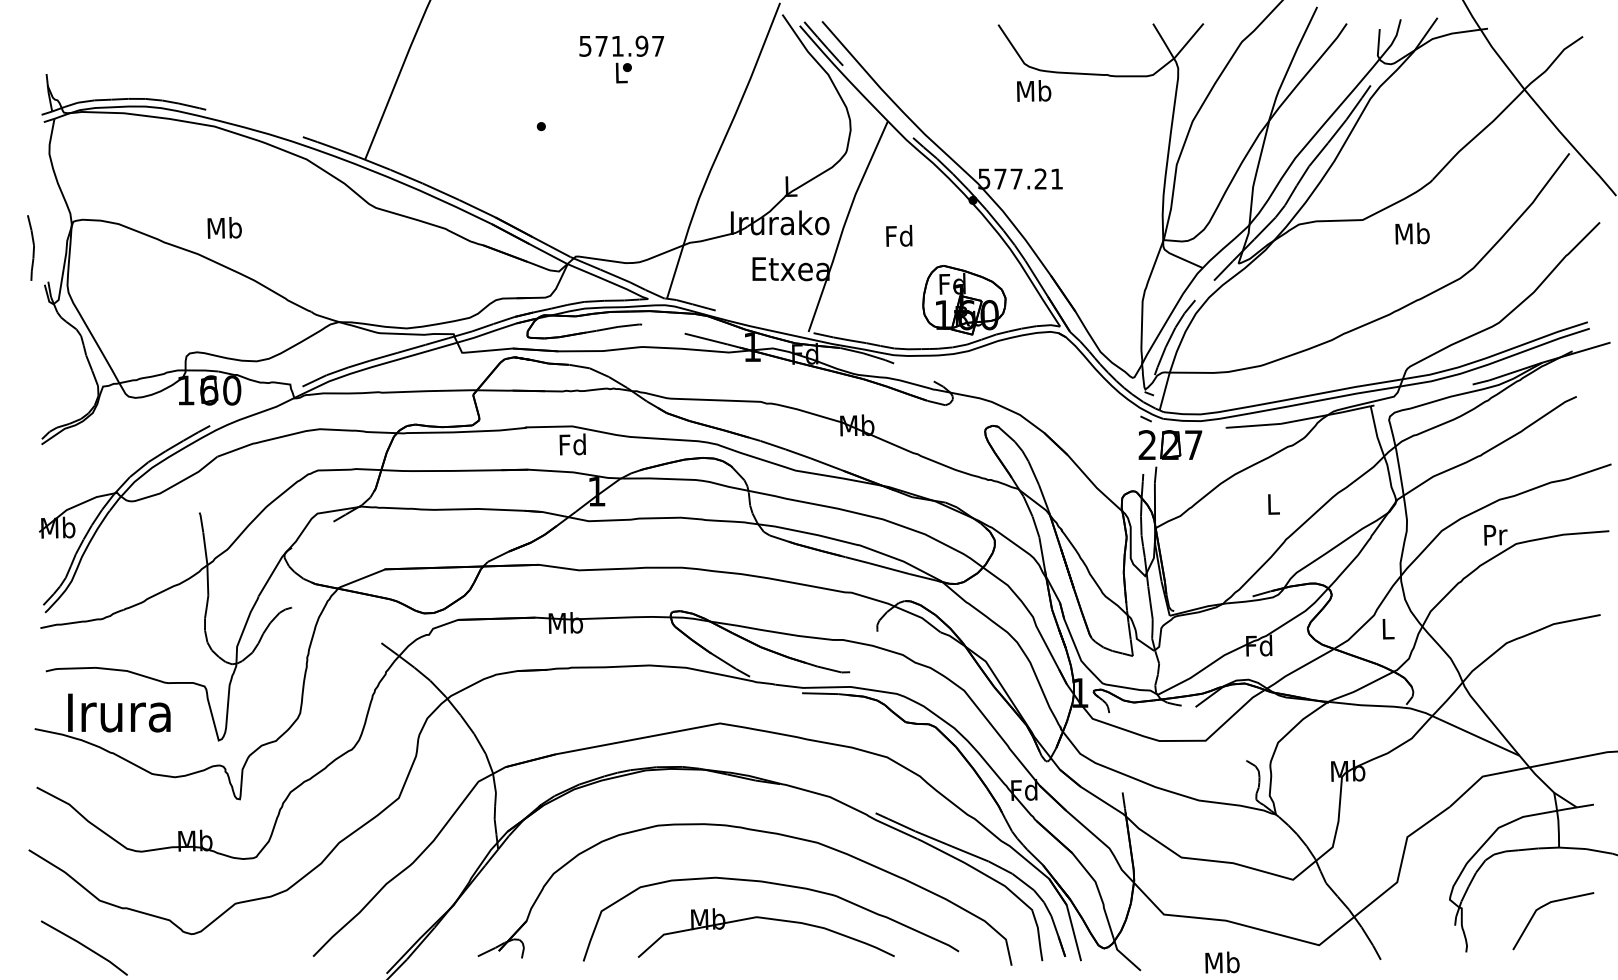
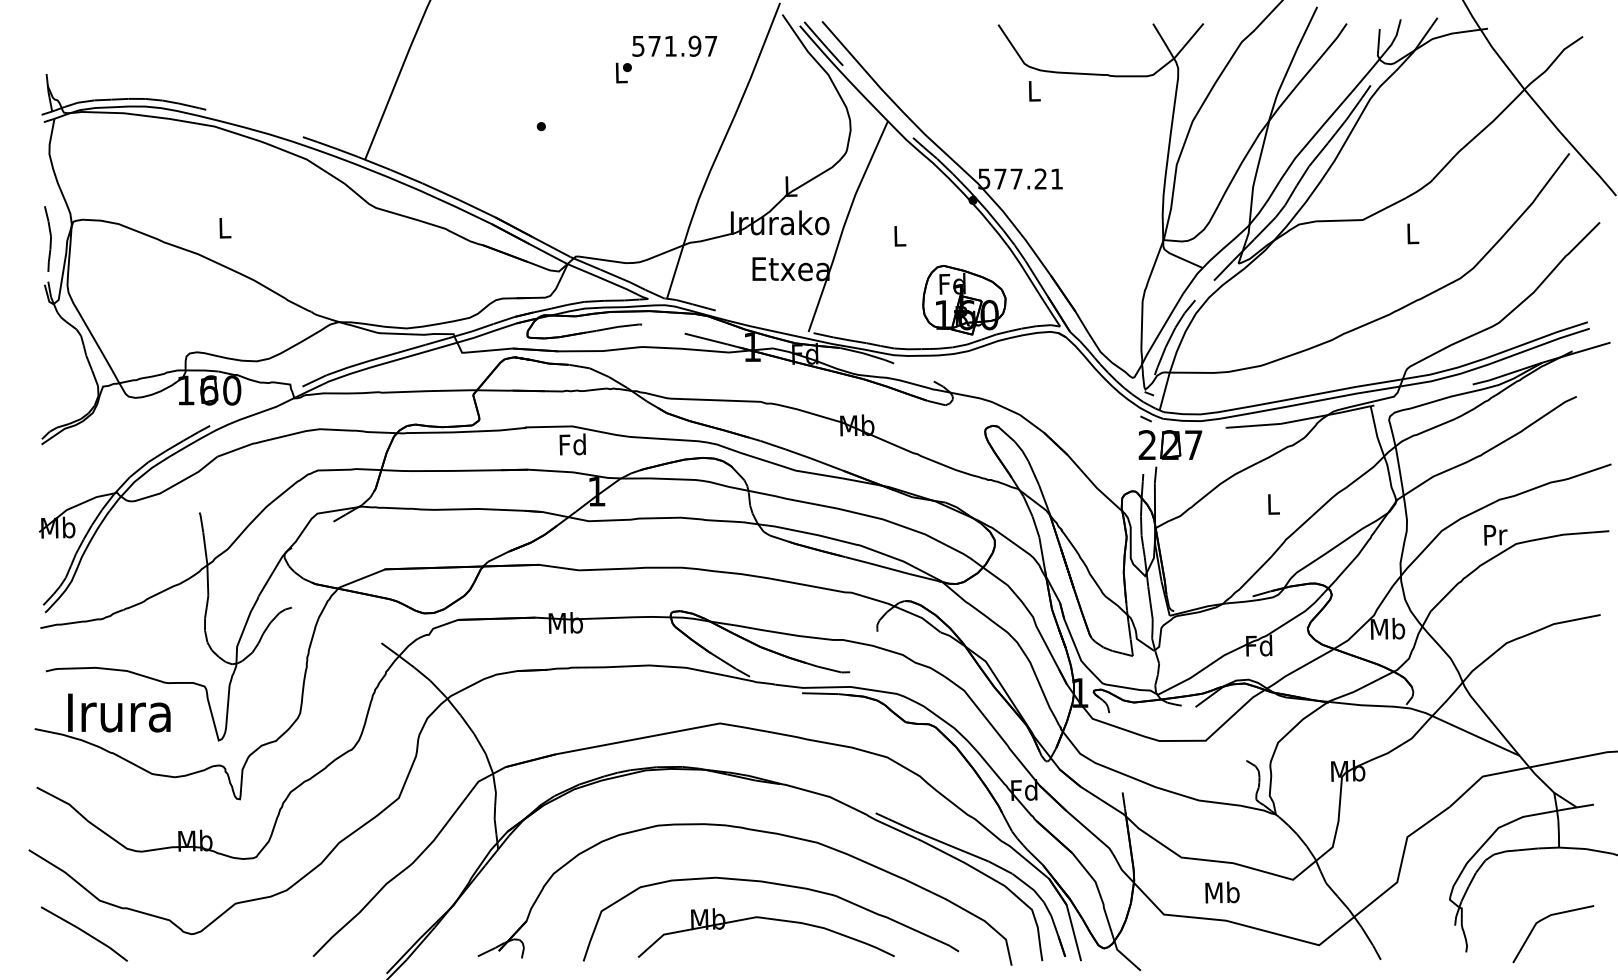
text at (621, 45) position: (621, 45) -> (674, 45)
text at (1034, 90): Mb -> L
text at (224, 227): Mb -> L
text at (1412, 233): Mb -> L
text at (899, 235): Fd -> L
curve at (33, 247) position: (33, 247) -> (50, 238)
text at (1387, 628): L -> Mb
line at (1543, 907) position: (1543, 907) -> (1543, 920)
line at (83, 946) position: (83, 946) -> (83, 932)
text at (1222, 962) position: (1222, 962) -> (1222, 892)
